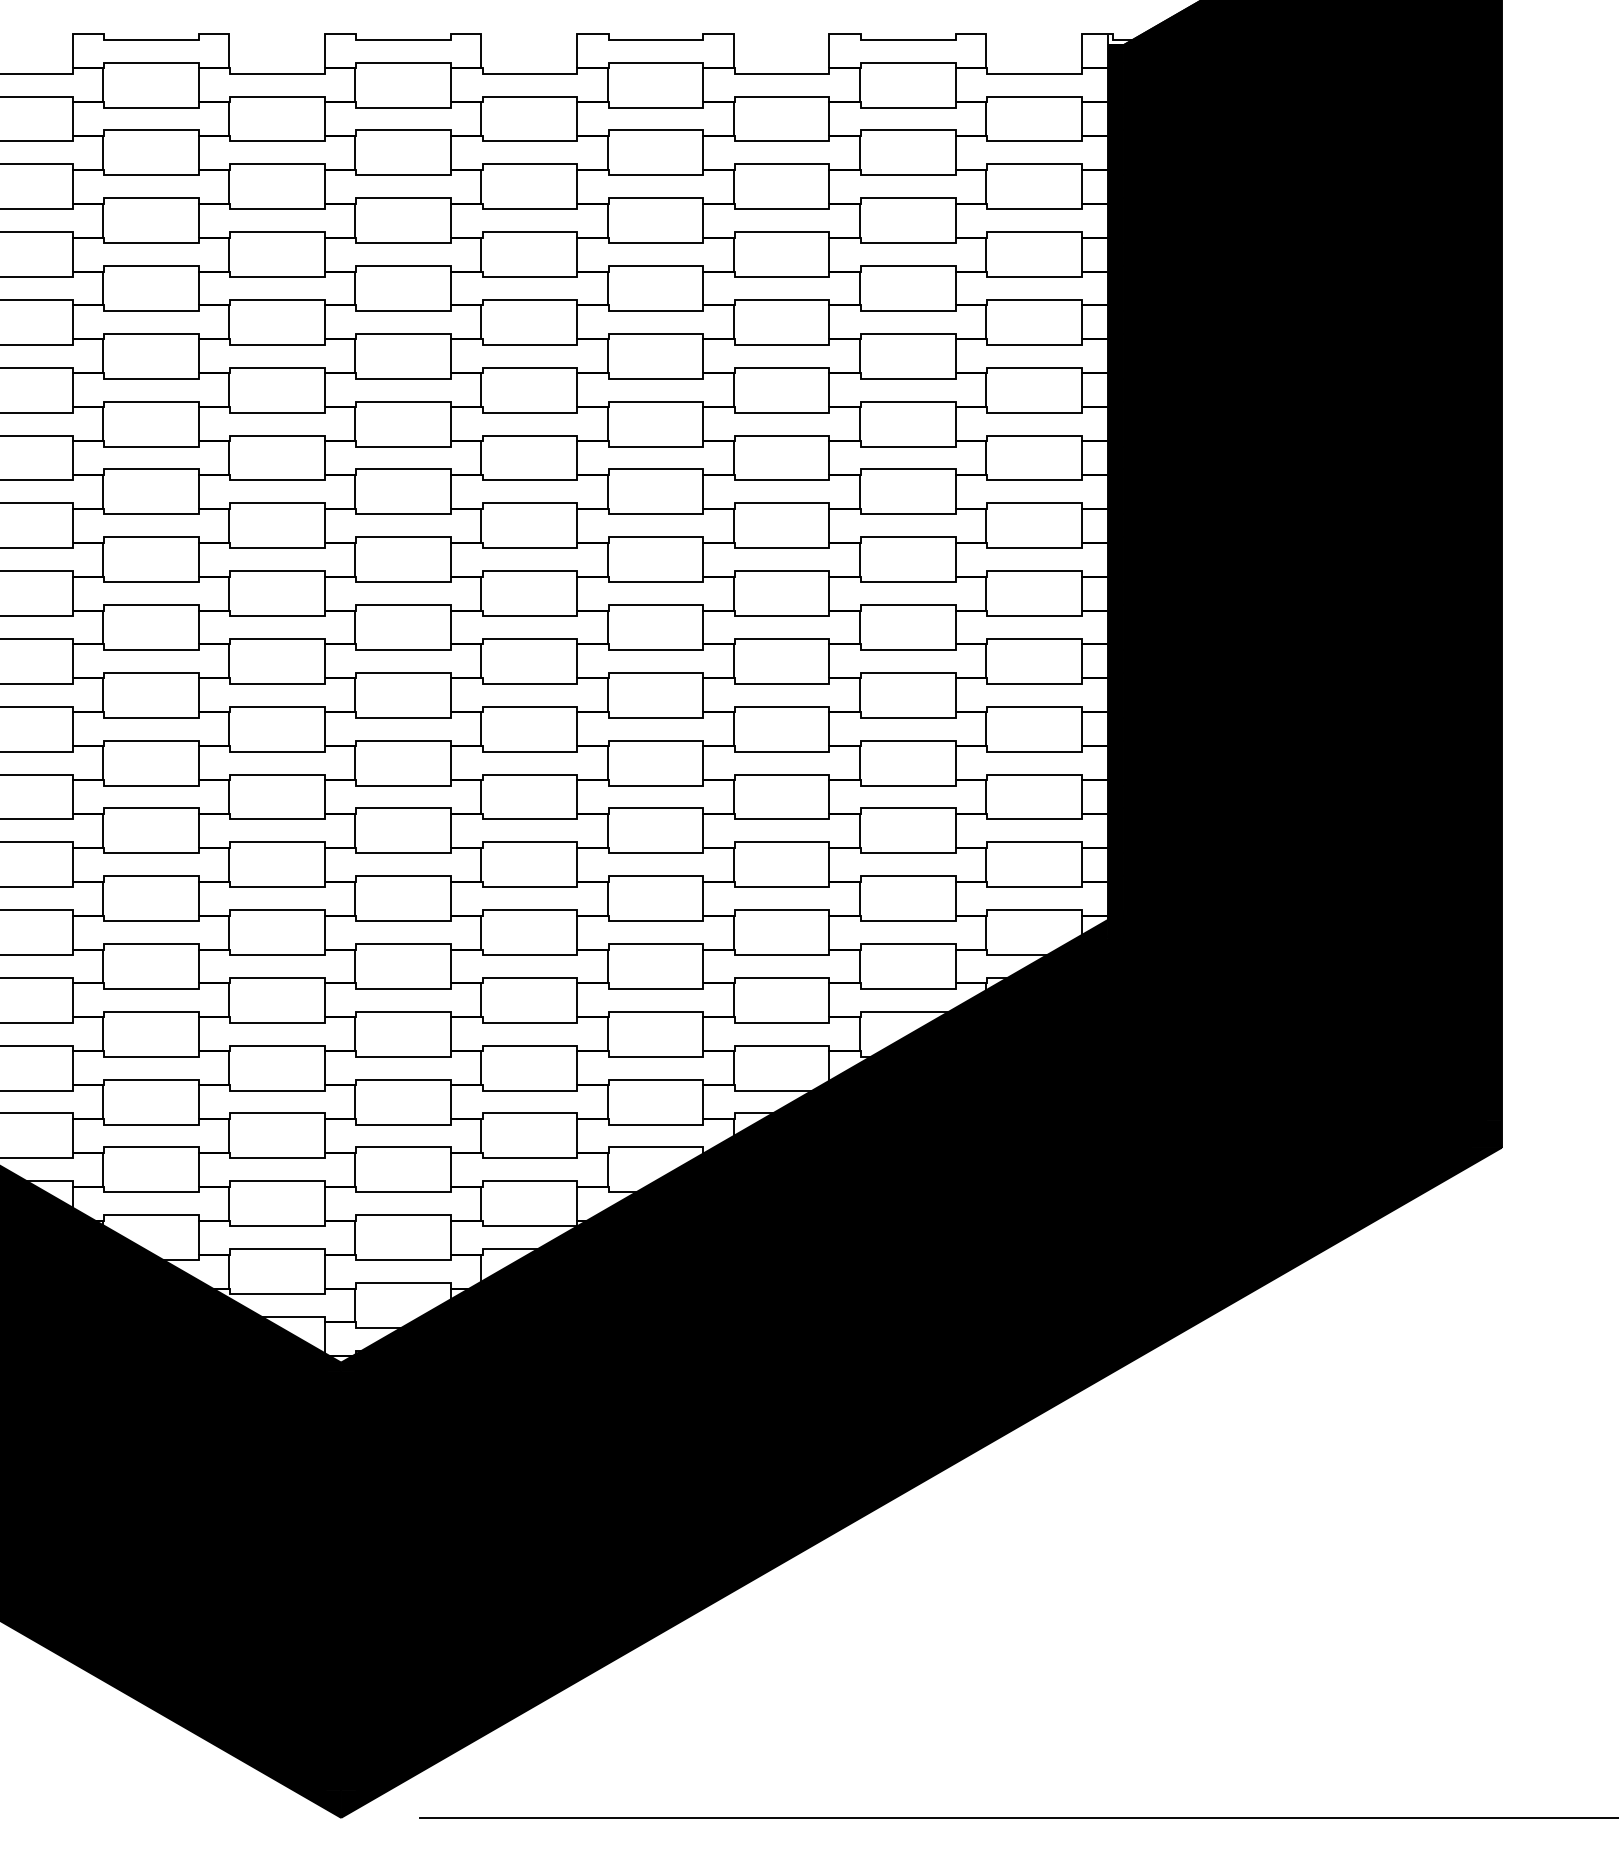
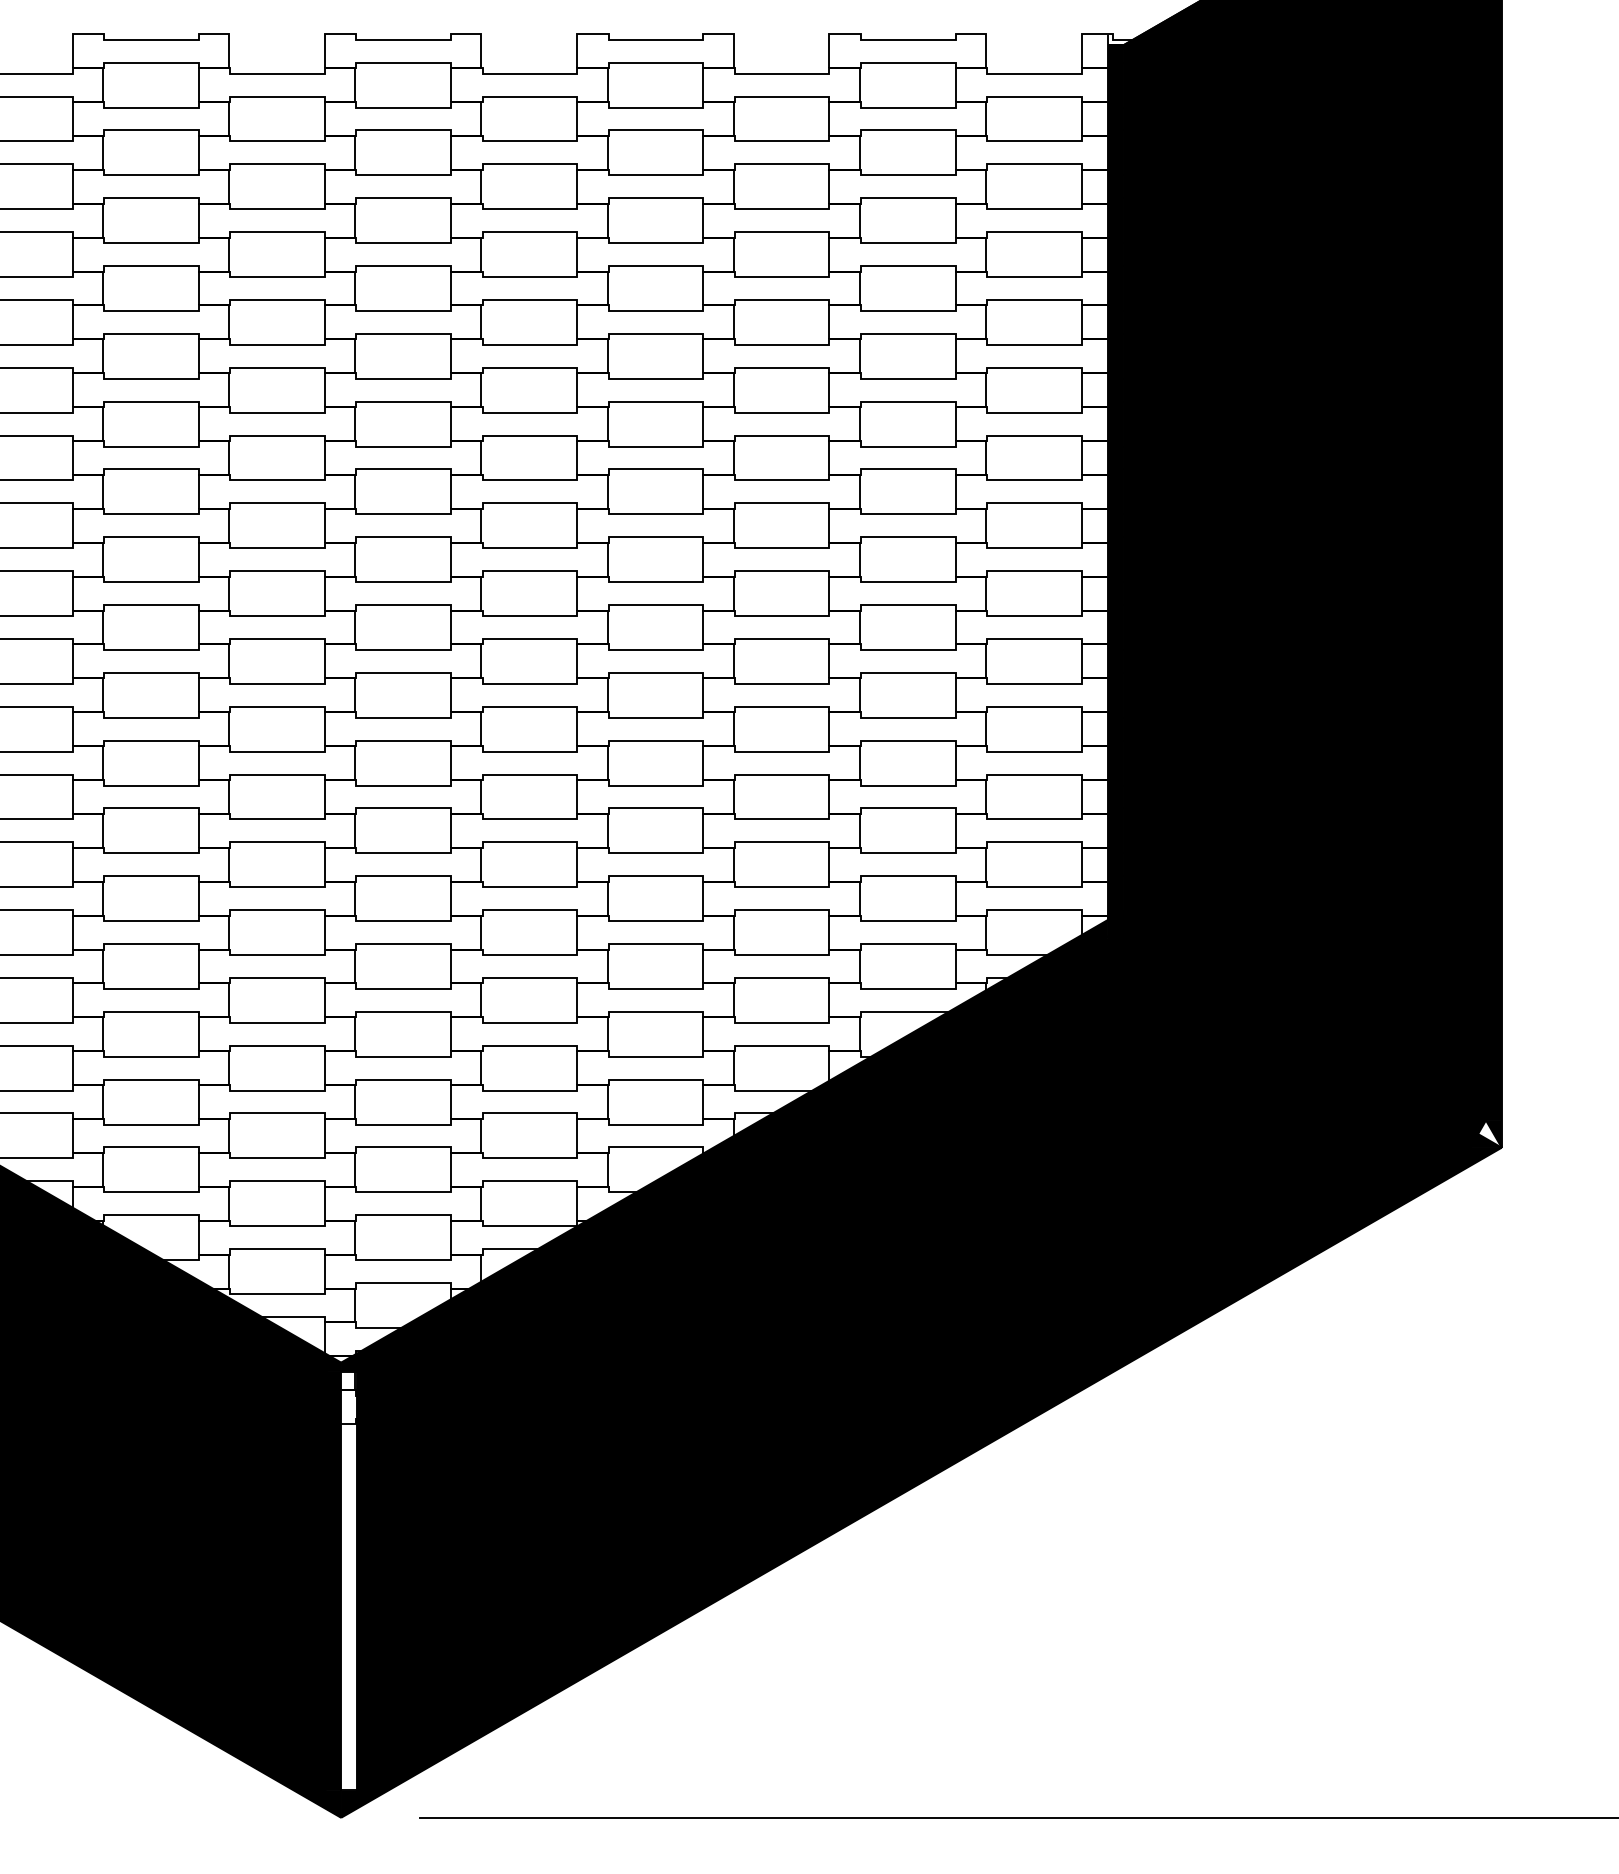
fill at (1489, 1133): present -> none
fill at (348, 1580): present -> none
